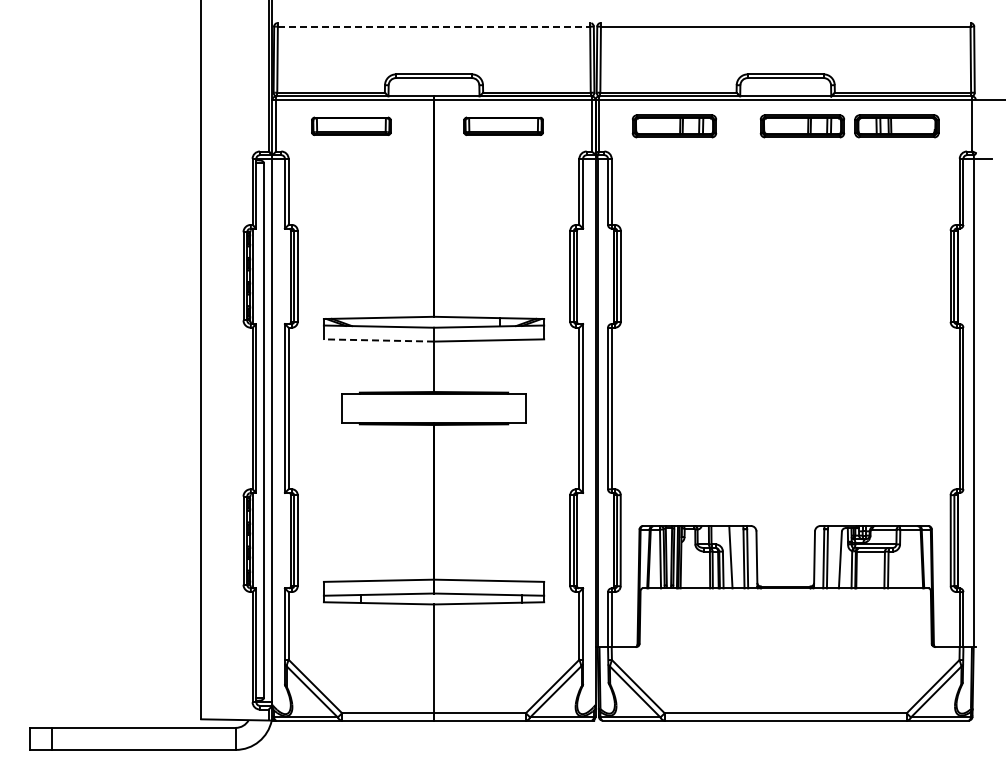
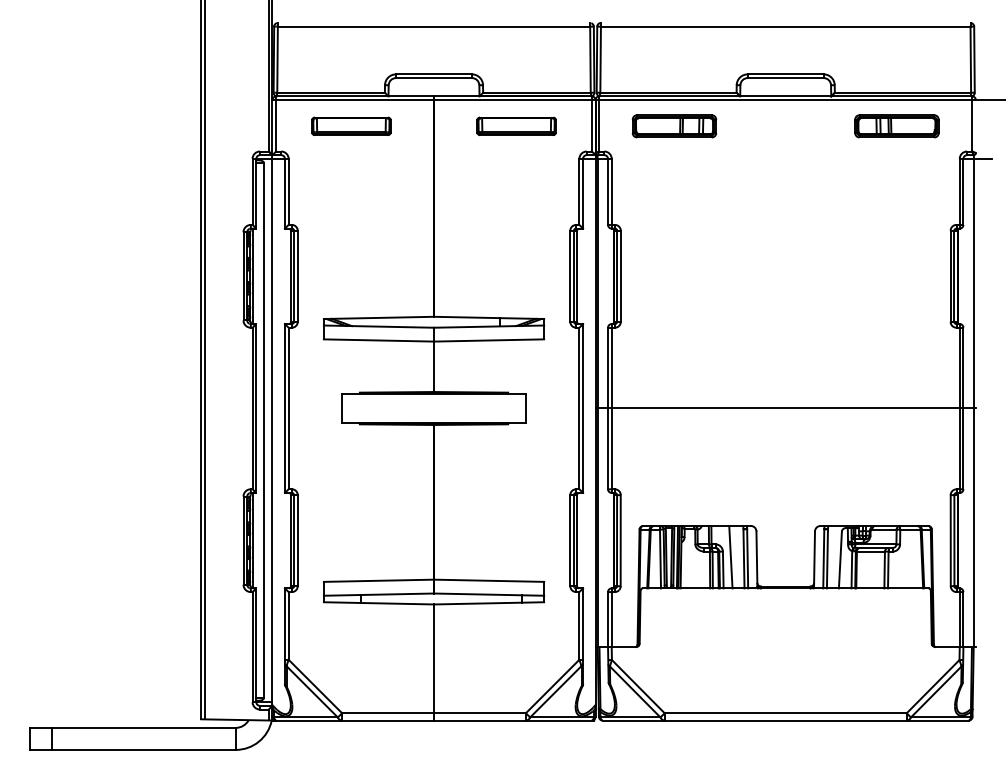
line at (434, 26): dashed -> solid
part at (503, 125) position: (503, 125) -> (516, 125)
part at (802, 126): present -> none
line at (378, 340): dashed -> solid
line at (204, 360): none -> present
line at (785, 408): none -> present
